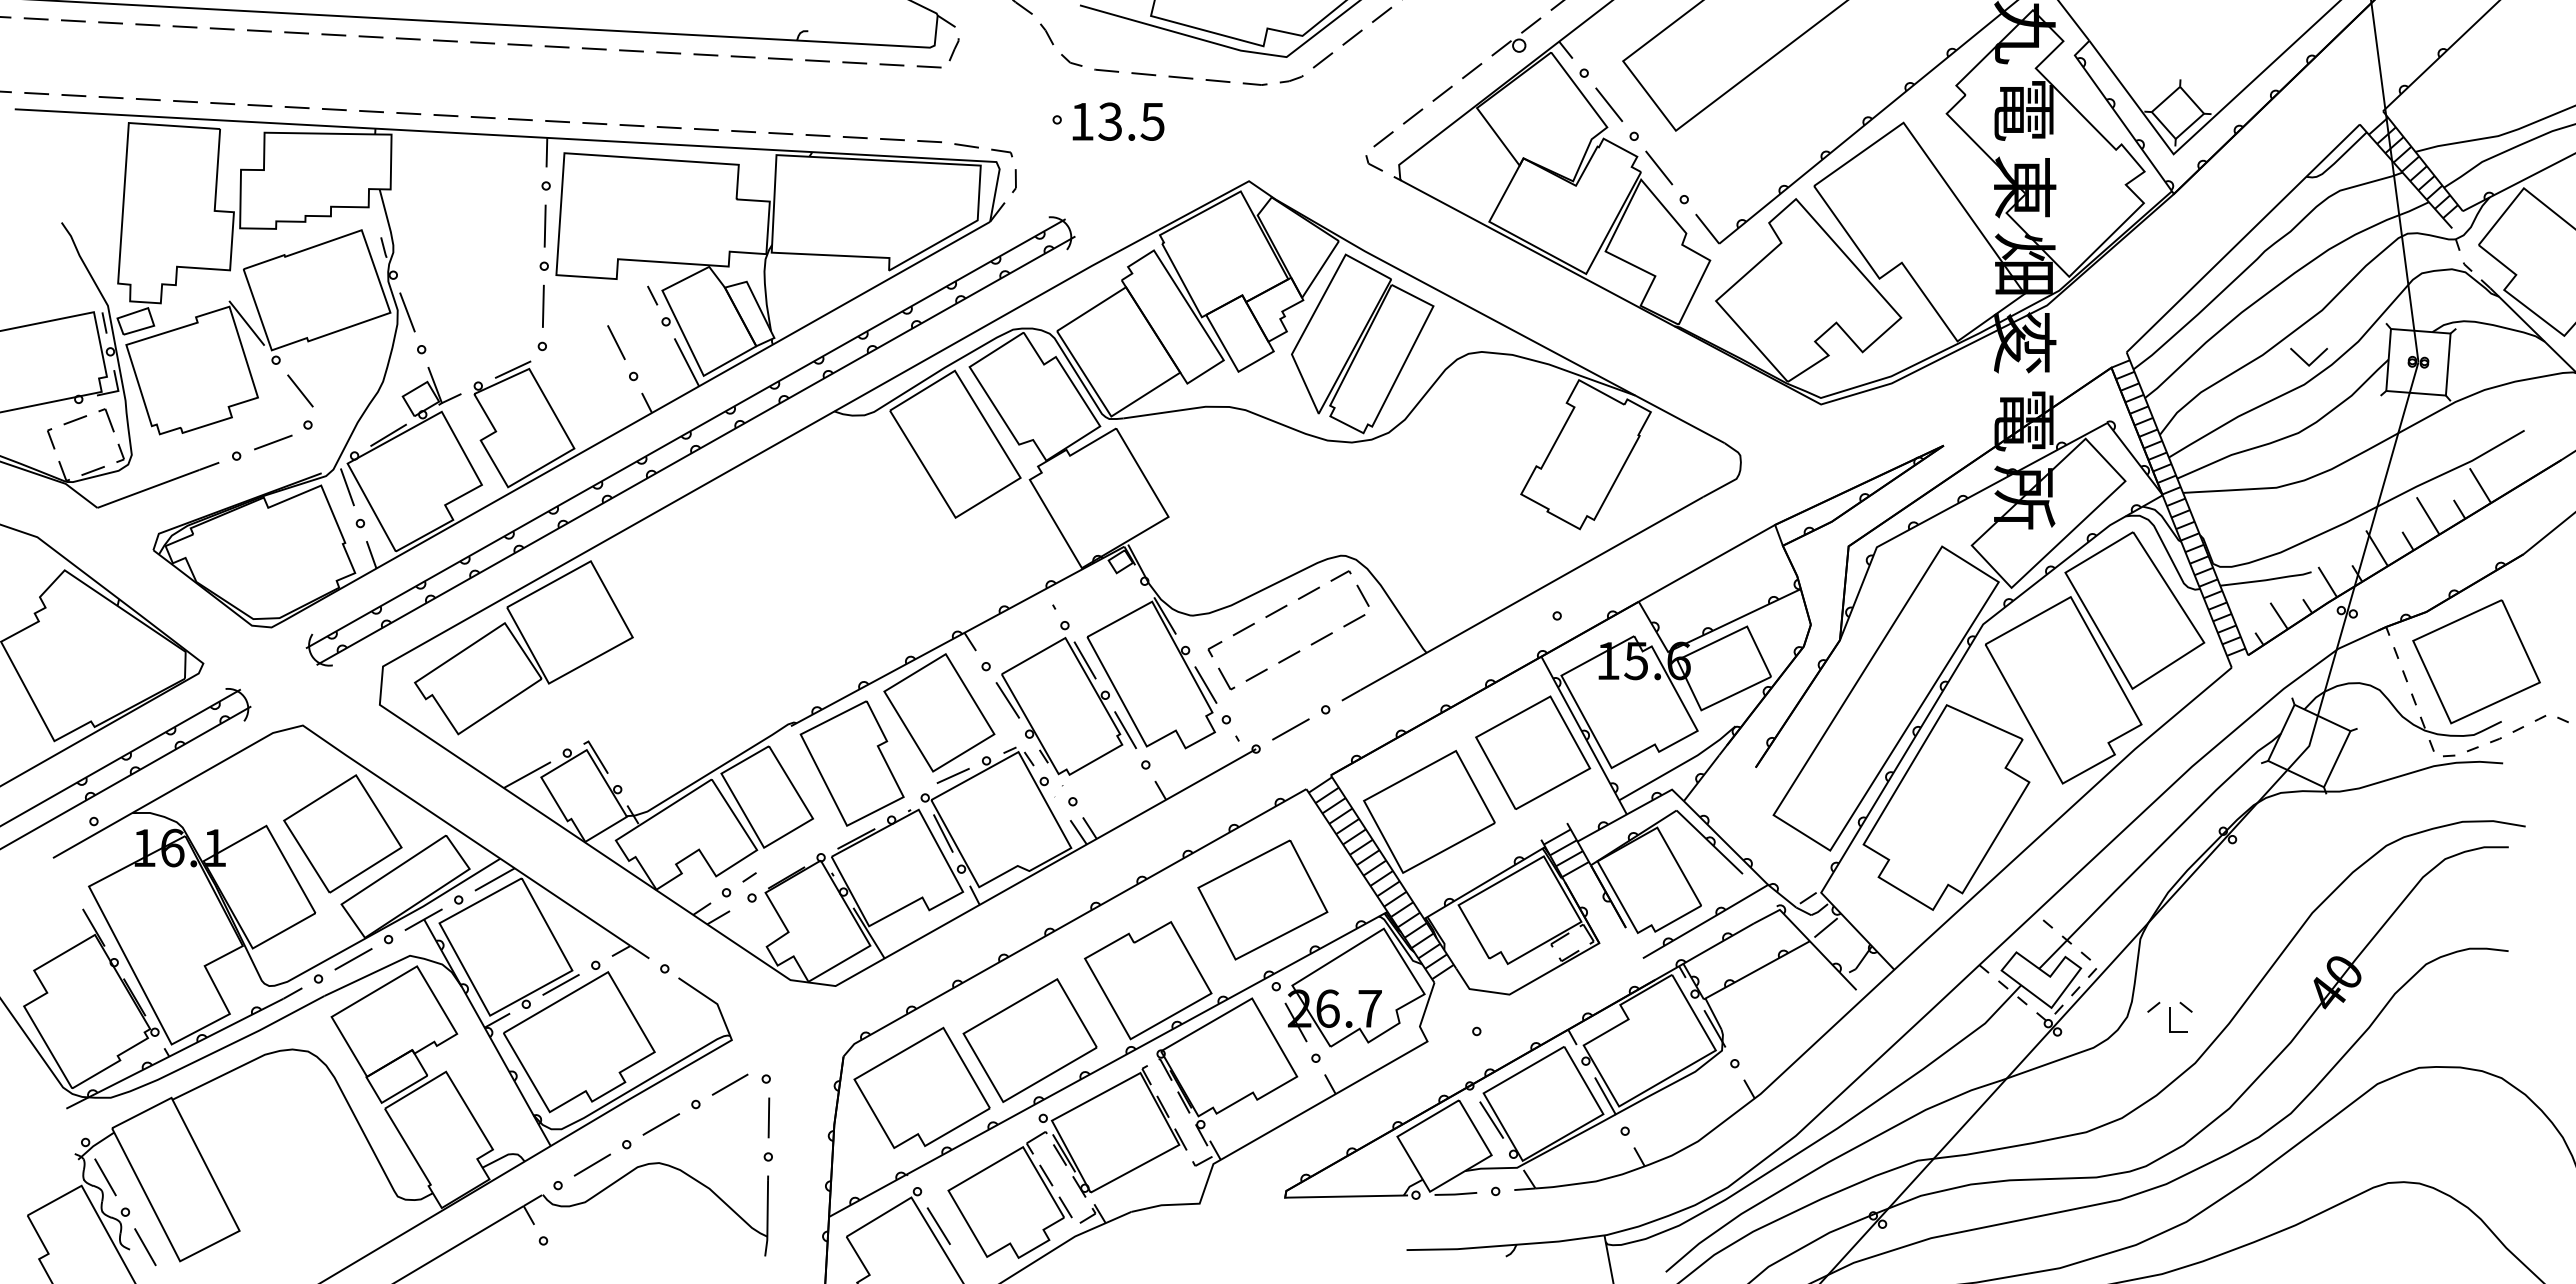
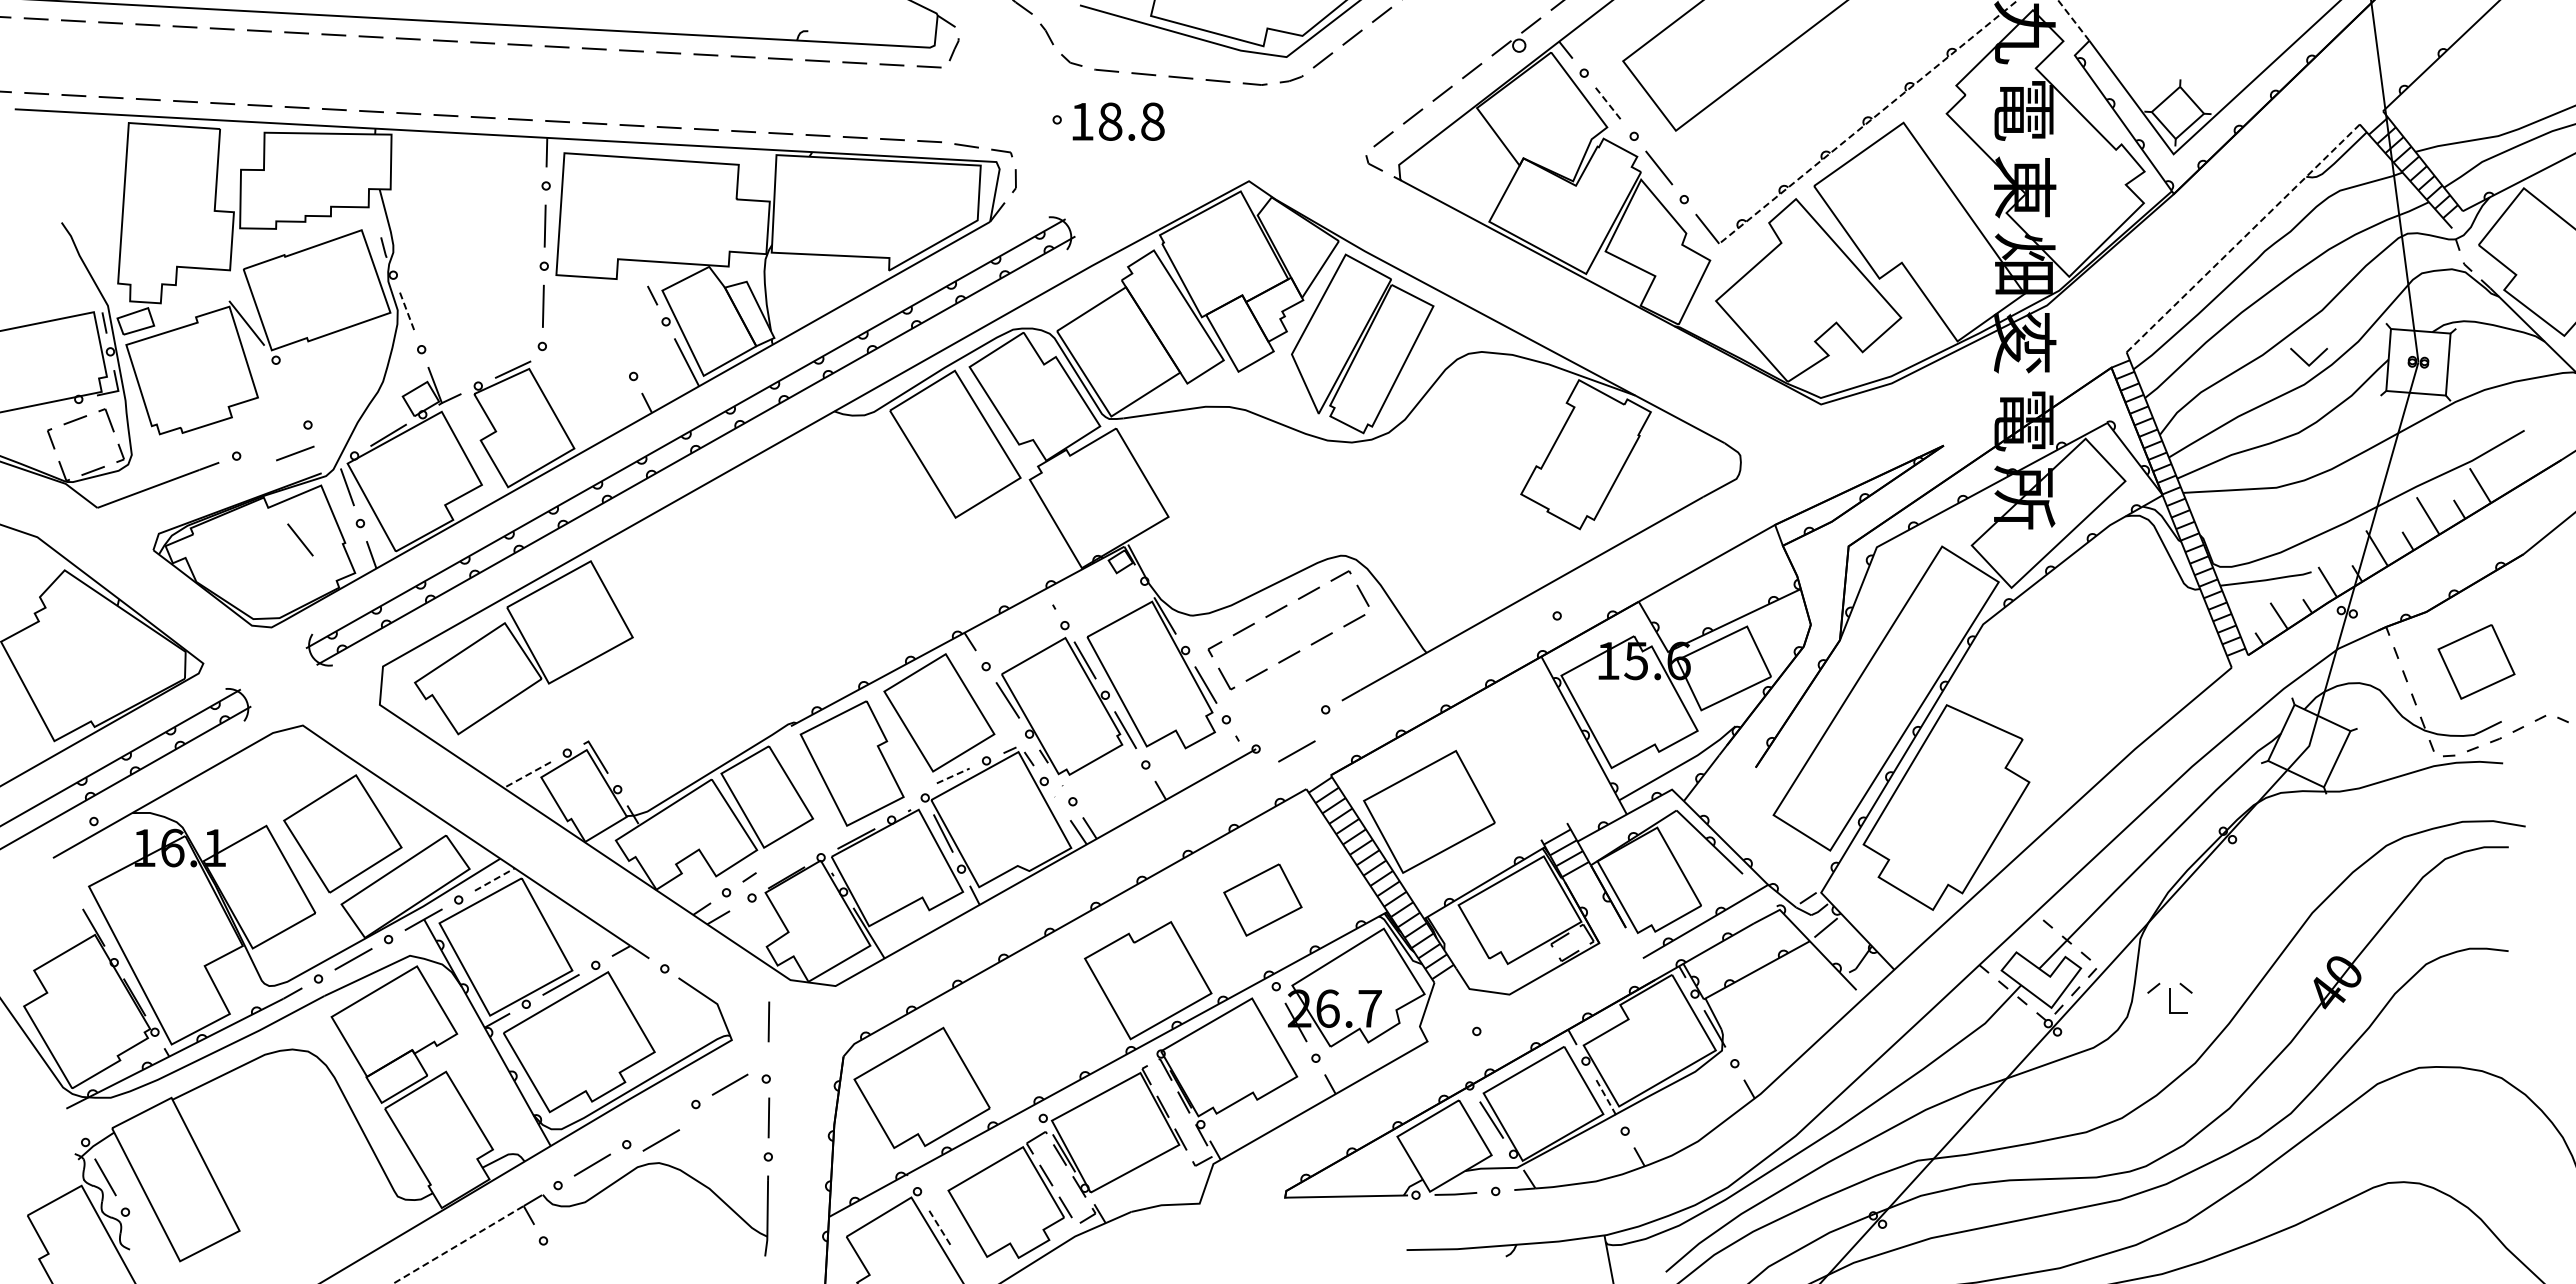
line at (1609, 104): solid -> dashed
line at (1888, 105): solid -> dashed
text at (1131, 121): 13.5 -> 18.8
line at (2243, 238): solid -> dashed
line at (407, 312): solid -> dashed
line at (616, 342): present -> none
line at (300, 390) position: (300, 390) -> (300, 539)
line at (273, 442) position: (273, 442) -> (295, 453)
part at (2095, 657): present -> none
part at (2476, 661) size: 129x126 px -> 79x76 px
line at (1290, 729) position: (1290, 729) -> (1296, 751)
part at (1533, 752): present -> none
line at (527, 775): solid -> dashed
line at (953, 775): solid -> dashed
line at (494, 879): solid -> dashed
part at (1262, 899) size: 132x122 px -> 80x74 px
part at (2169, 1016) position: (2169, 1016) -> (2169, 997)
line at (768, 1021): none -> present
part at (1029, 1040): present -> none
line at (1605, 1096): solid -> dashed
line at (660, 1124) position: (660, 1124) -> (660, 1140)
line at (938, 1226): solid -> dashed
line at (457, 1245): solid -> dashed
line at (145, 1247): present -> none
